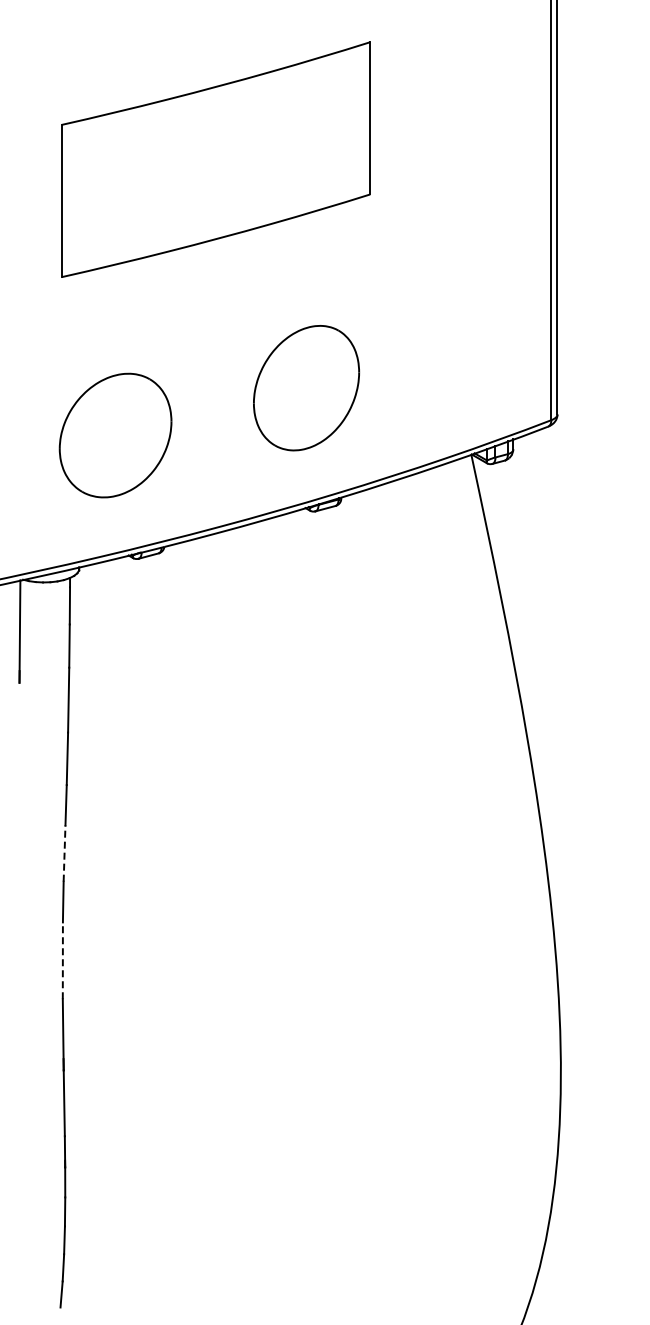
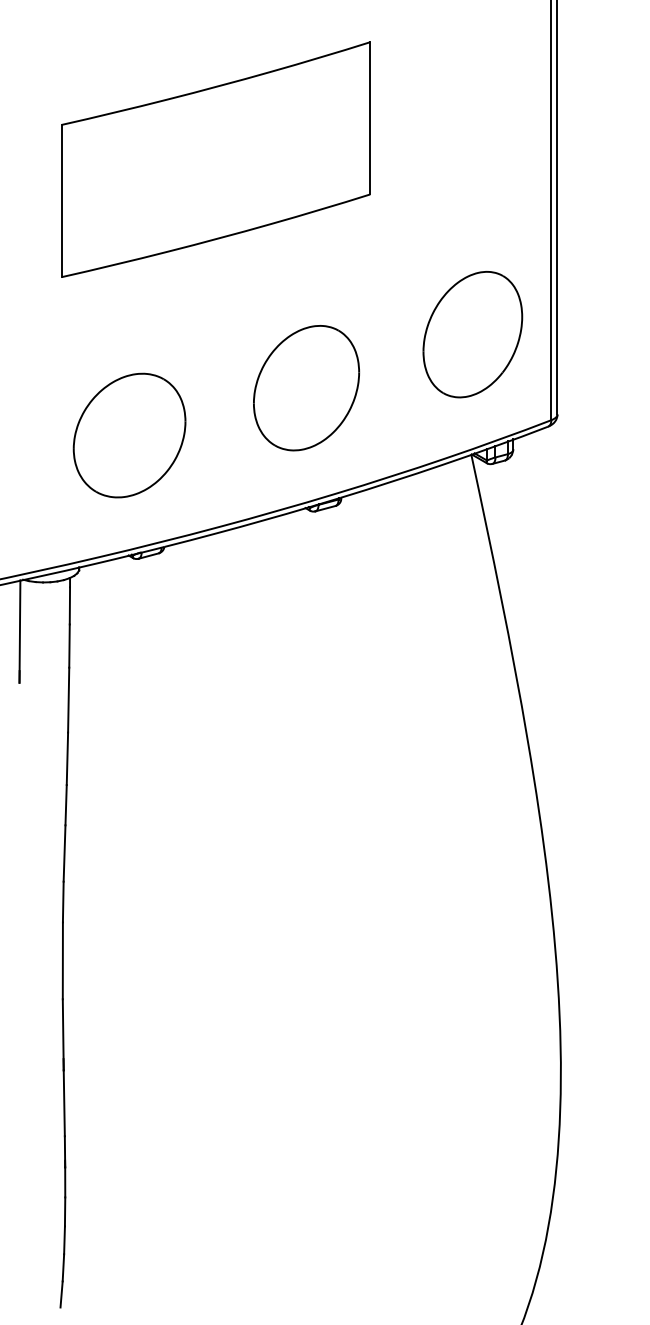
part at (472, 334): none -> present
part at (115, 435) position: (115, 435) -> (129, 435)
line at (64, 853): dashed -> solid
line at (62, 960): dashed -> solid
